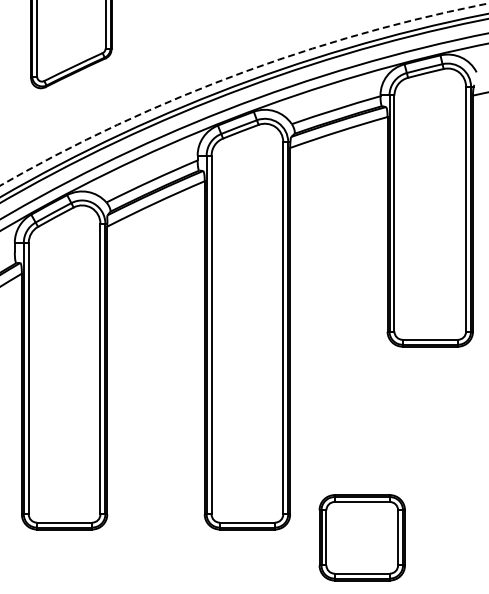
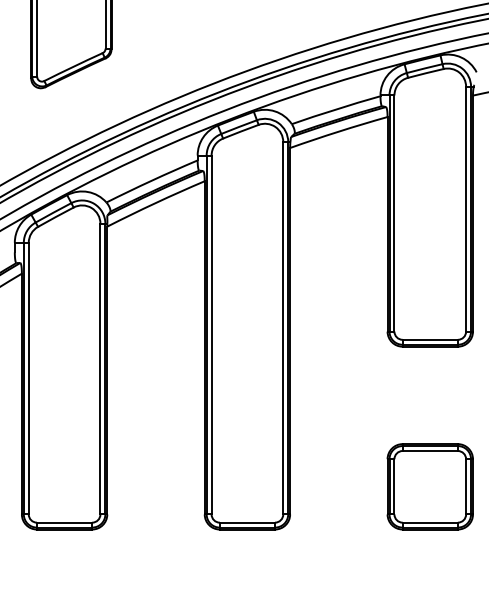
arc at (238, 74): dashed -> solid
part at (361, 537) position: (361, 537) -> (429, 486)
